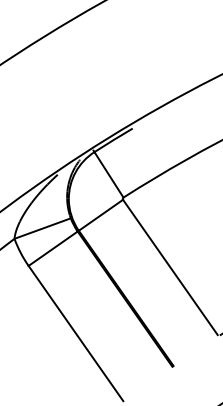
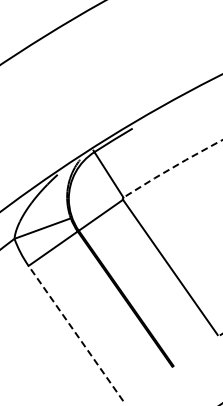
arc at (172, 167): solid -> dashed
line at (75, 333): solid -> dashed
